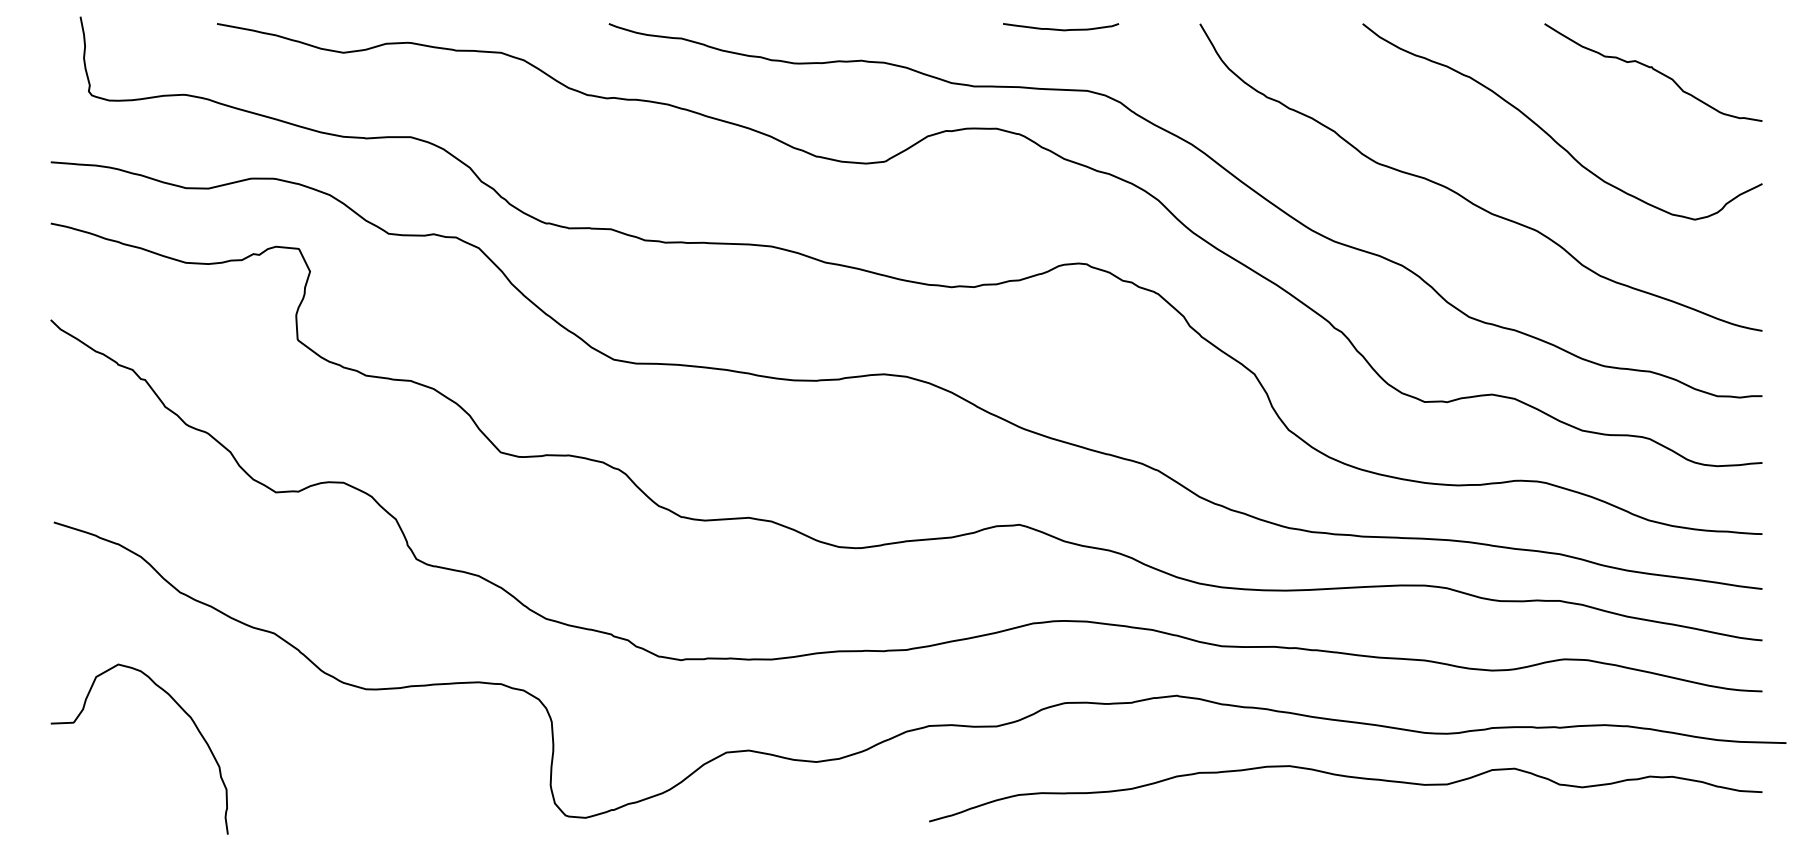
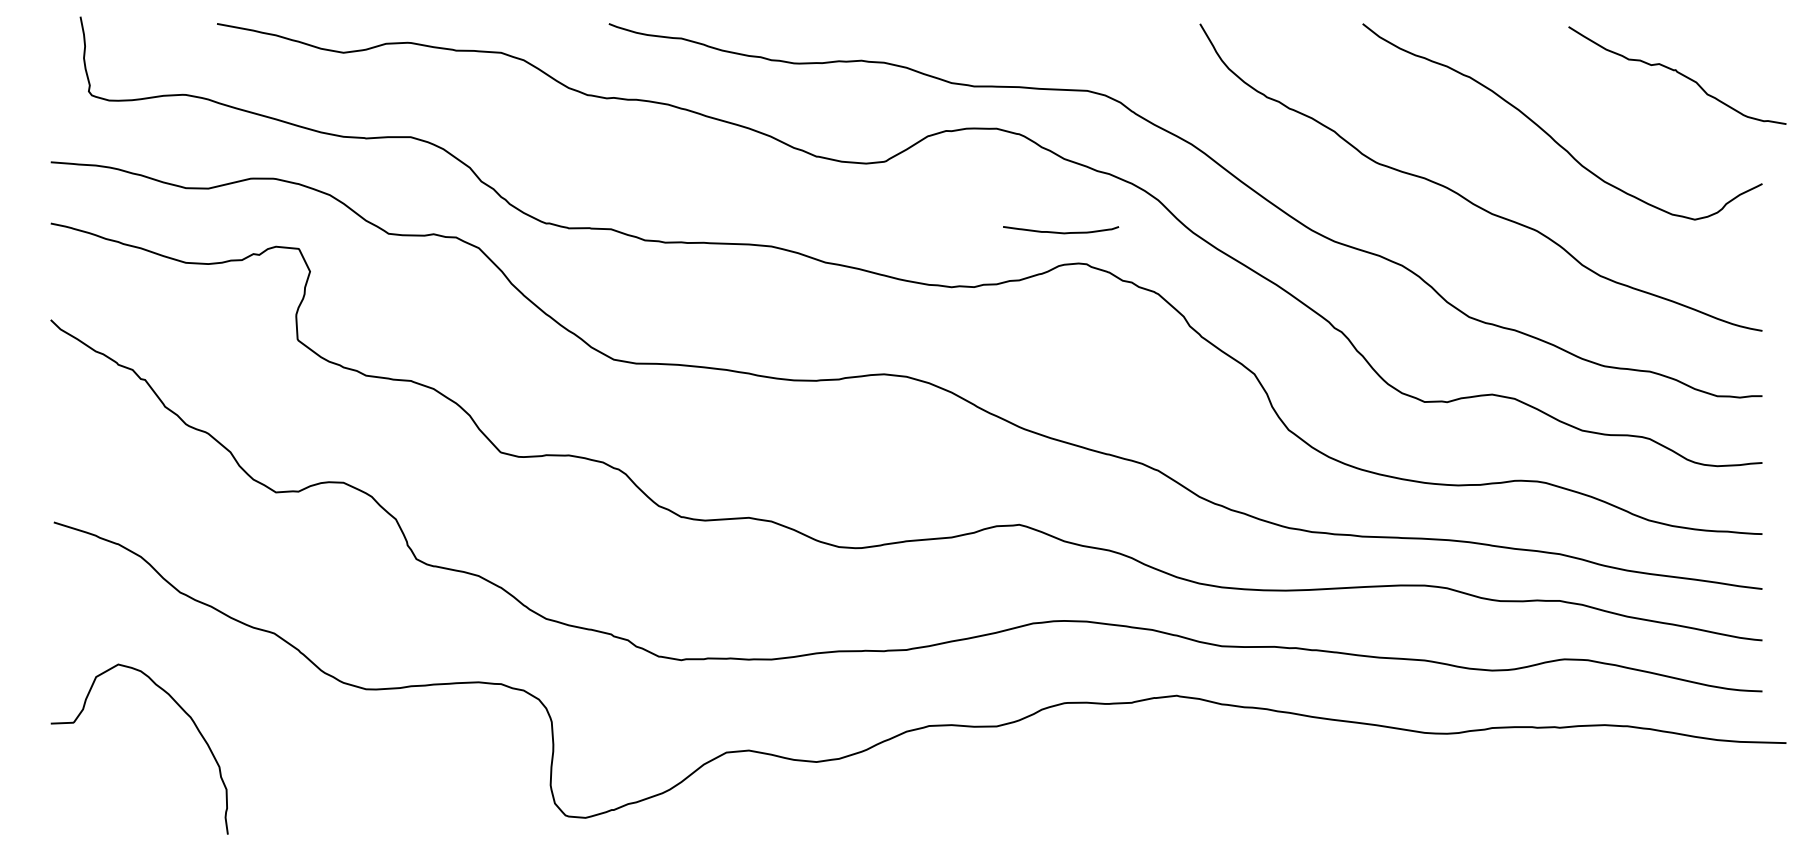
curve at (1061, 29) position: (1061, 29) -> (1061, 232)
curve at (1653, 70) position: (1653, 70) -> (1677, 73)
curve at (1345, 777): present -> none
